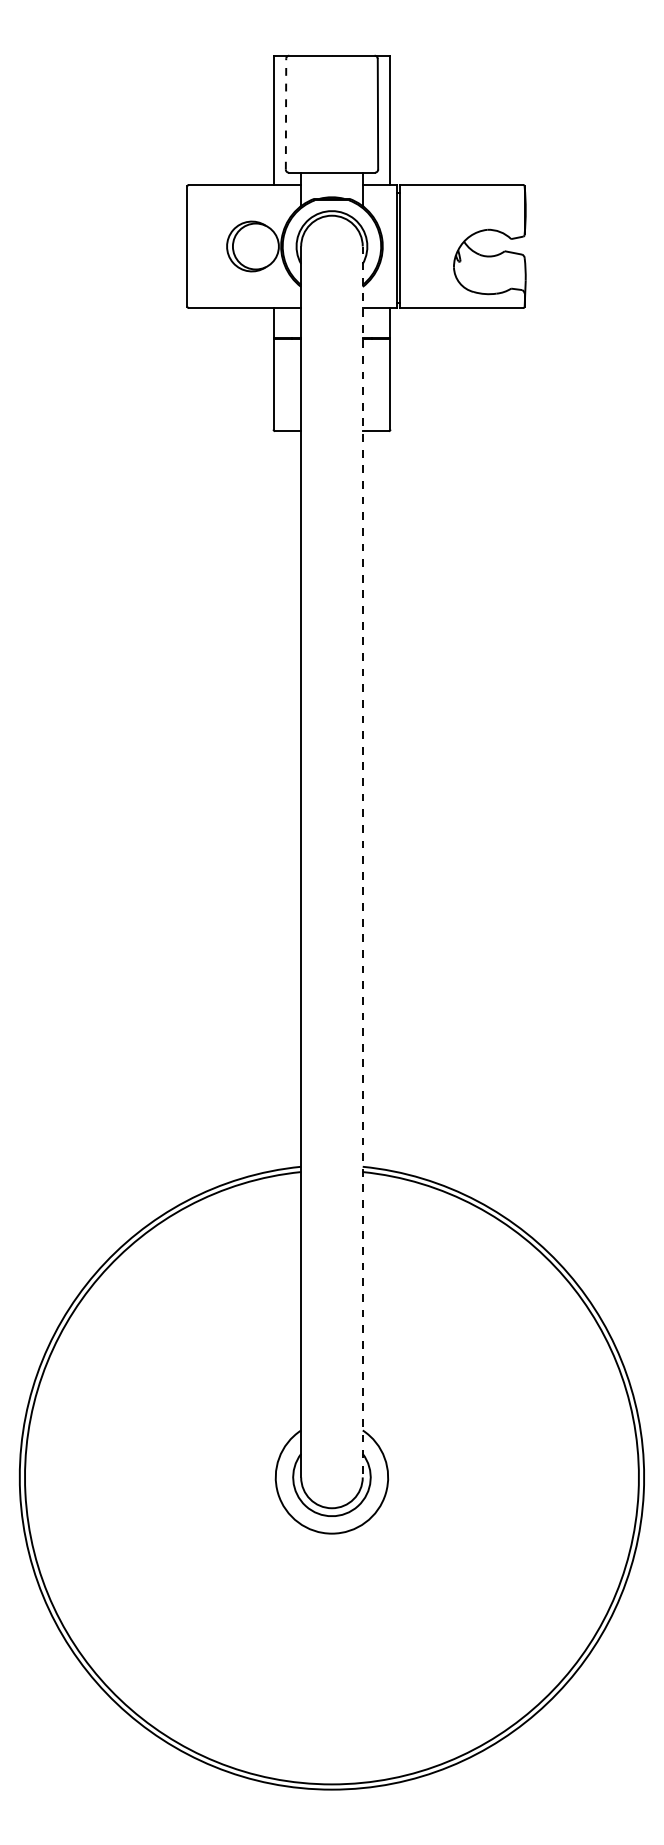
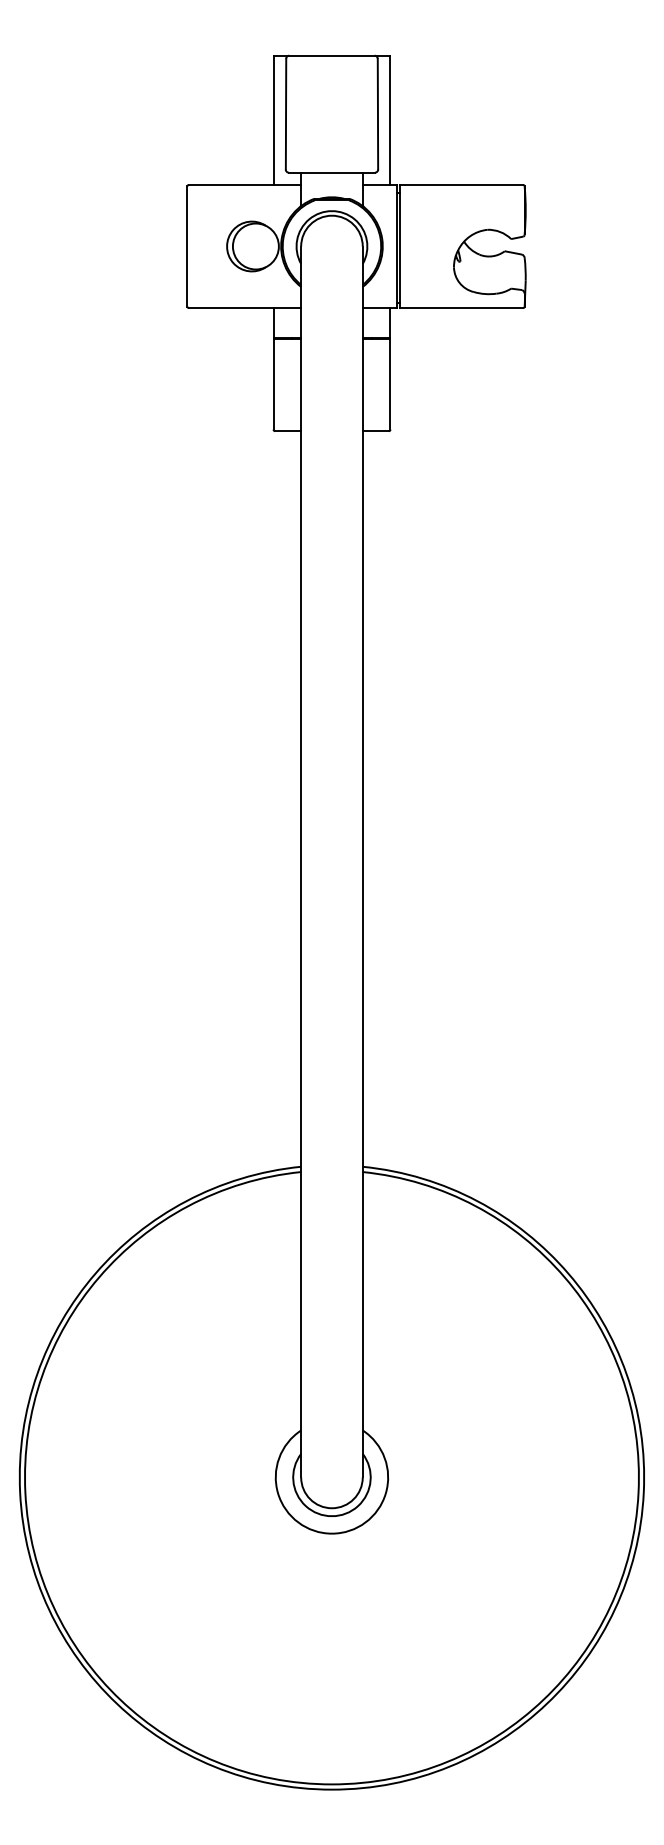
line at (286, 113): dashed -> solid
line at (362, 862): dashed -> solid
